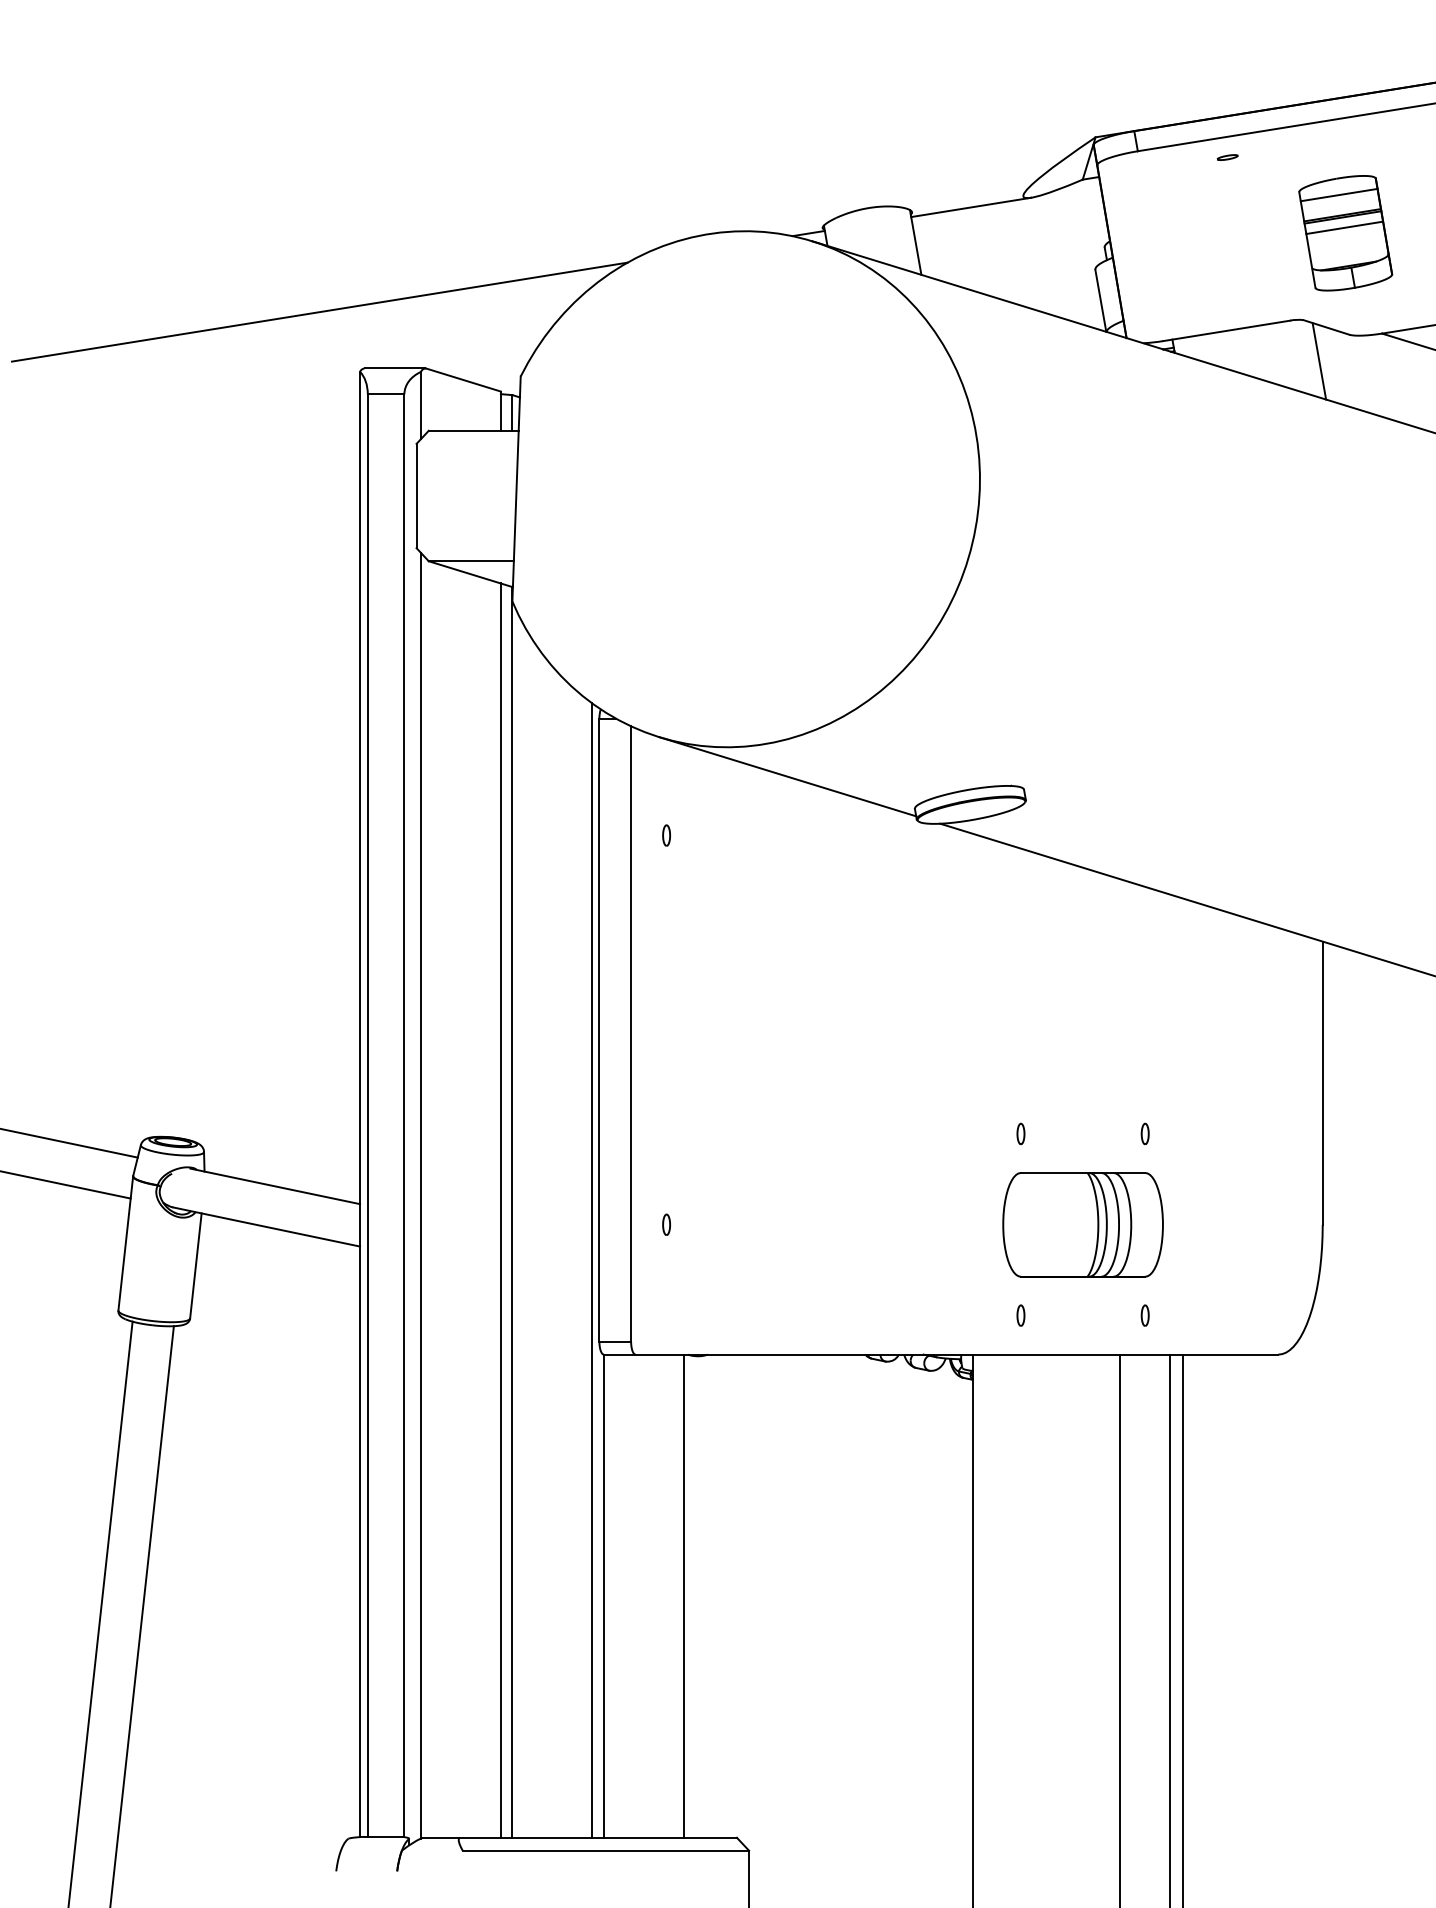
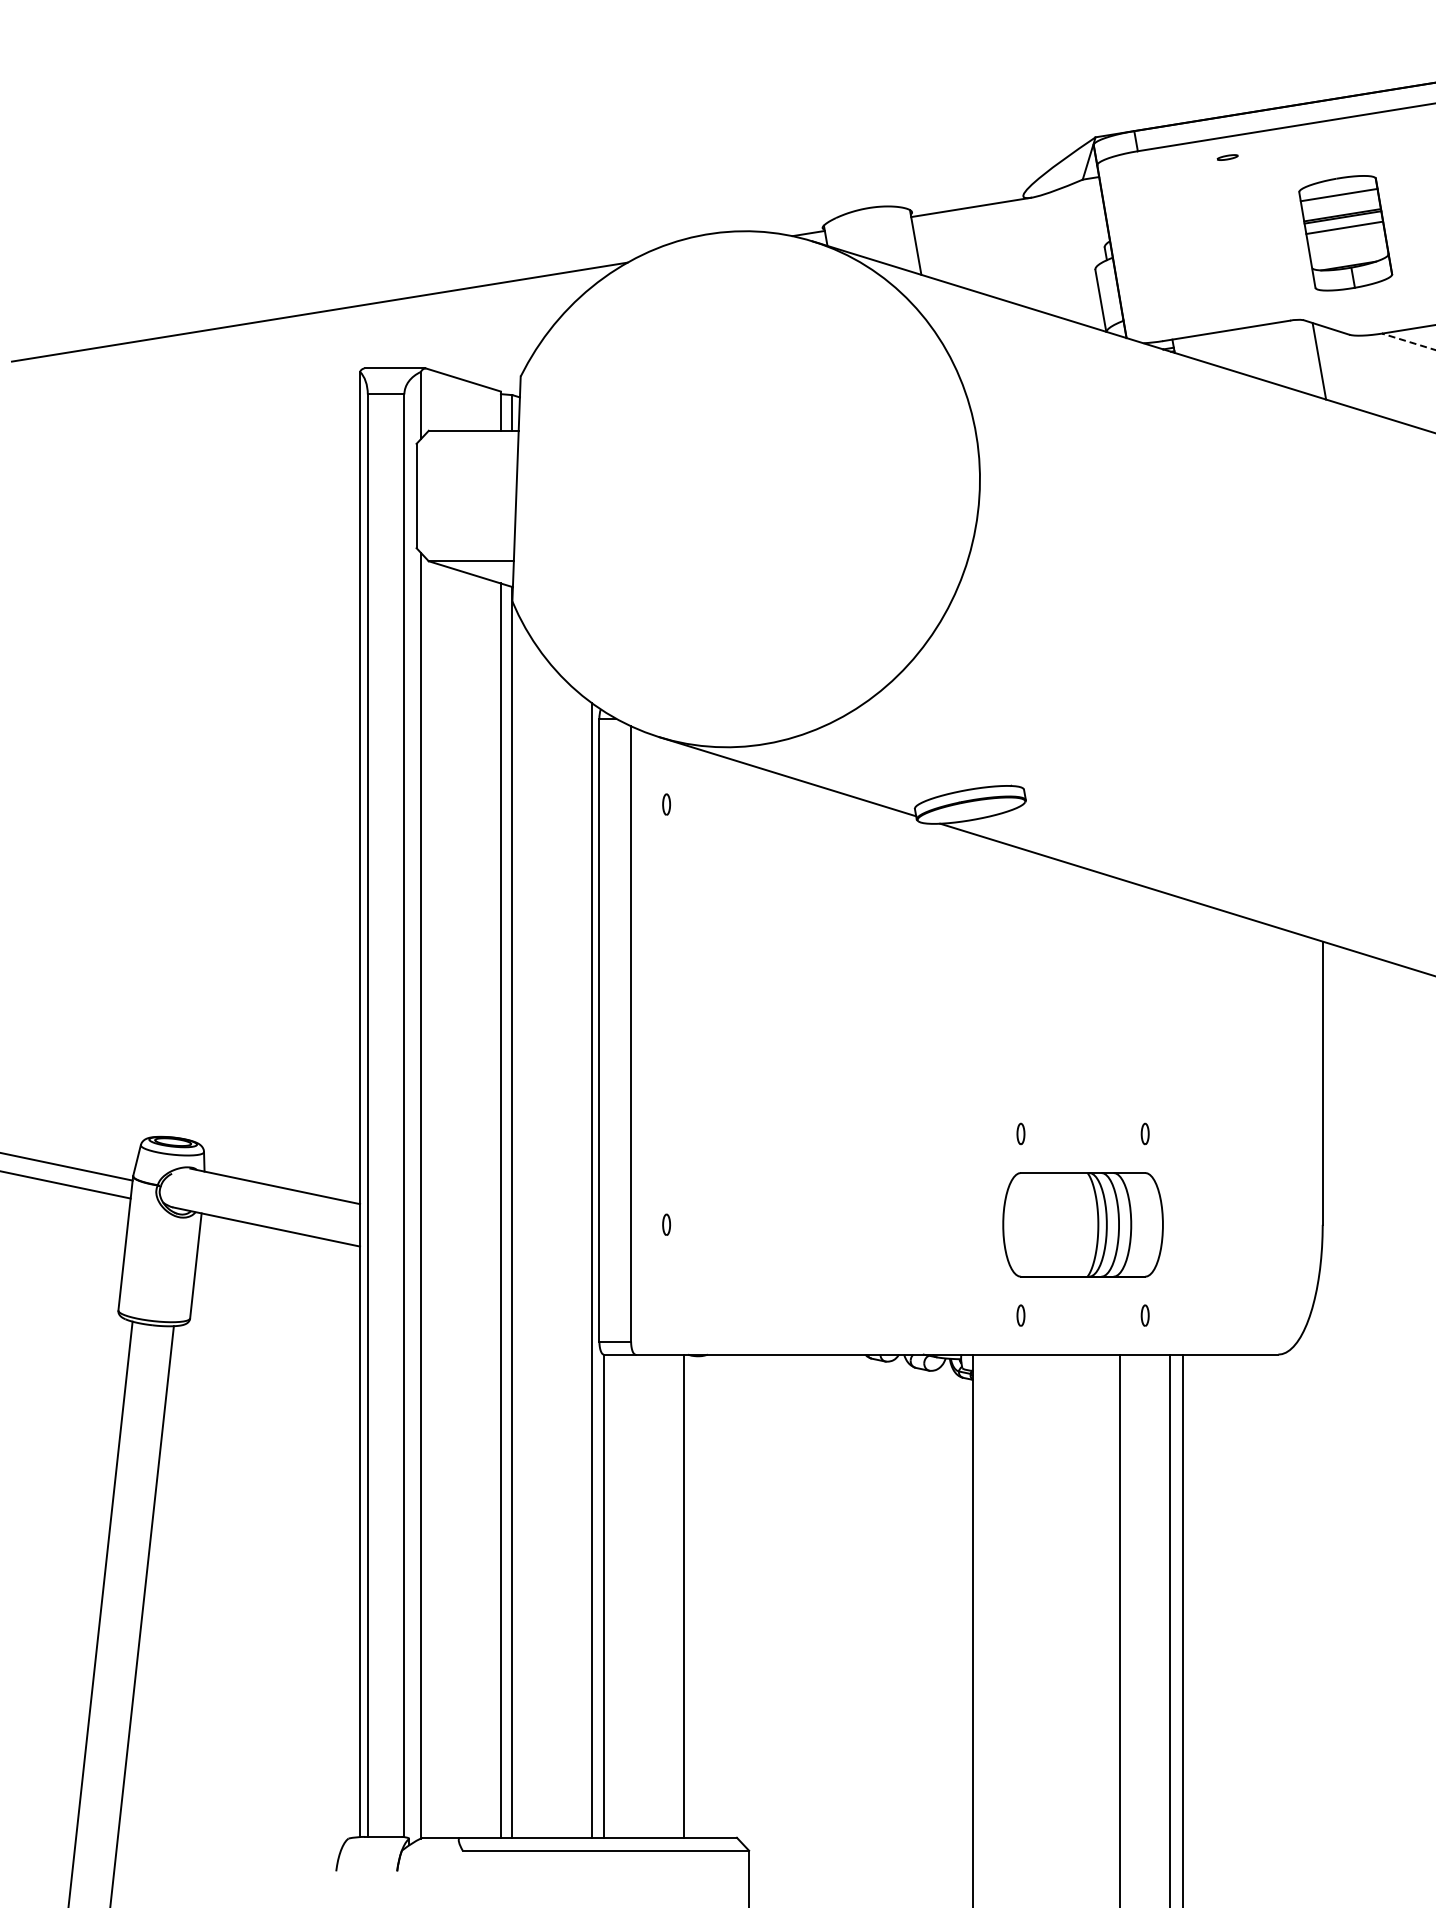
line at (1408, 341): solid -> dashed
part at (666, 835) position: (666, 835) -> (666, 804)
line at (69, 1143) position: (69, 1143) -> (67, 1166)
